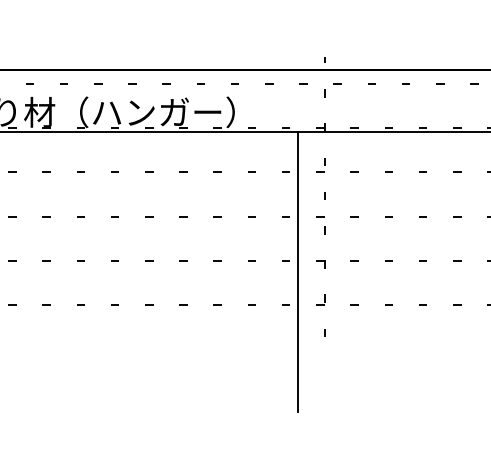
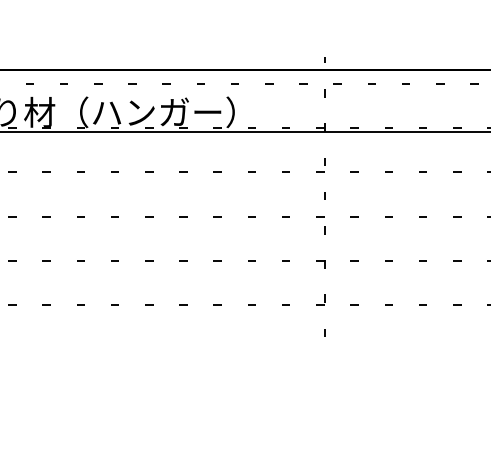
line at (298, 271): present -> none
